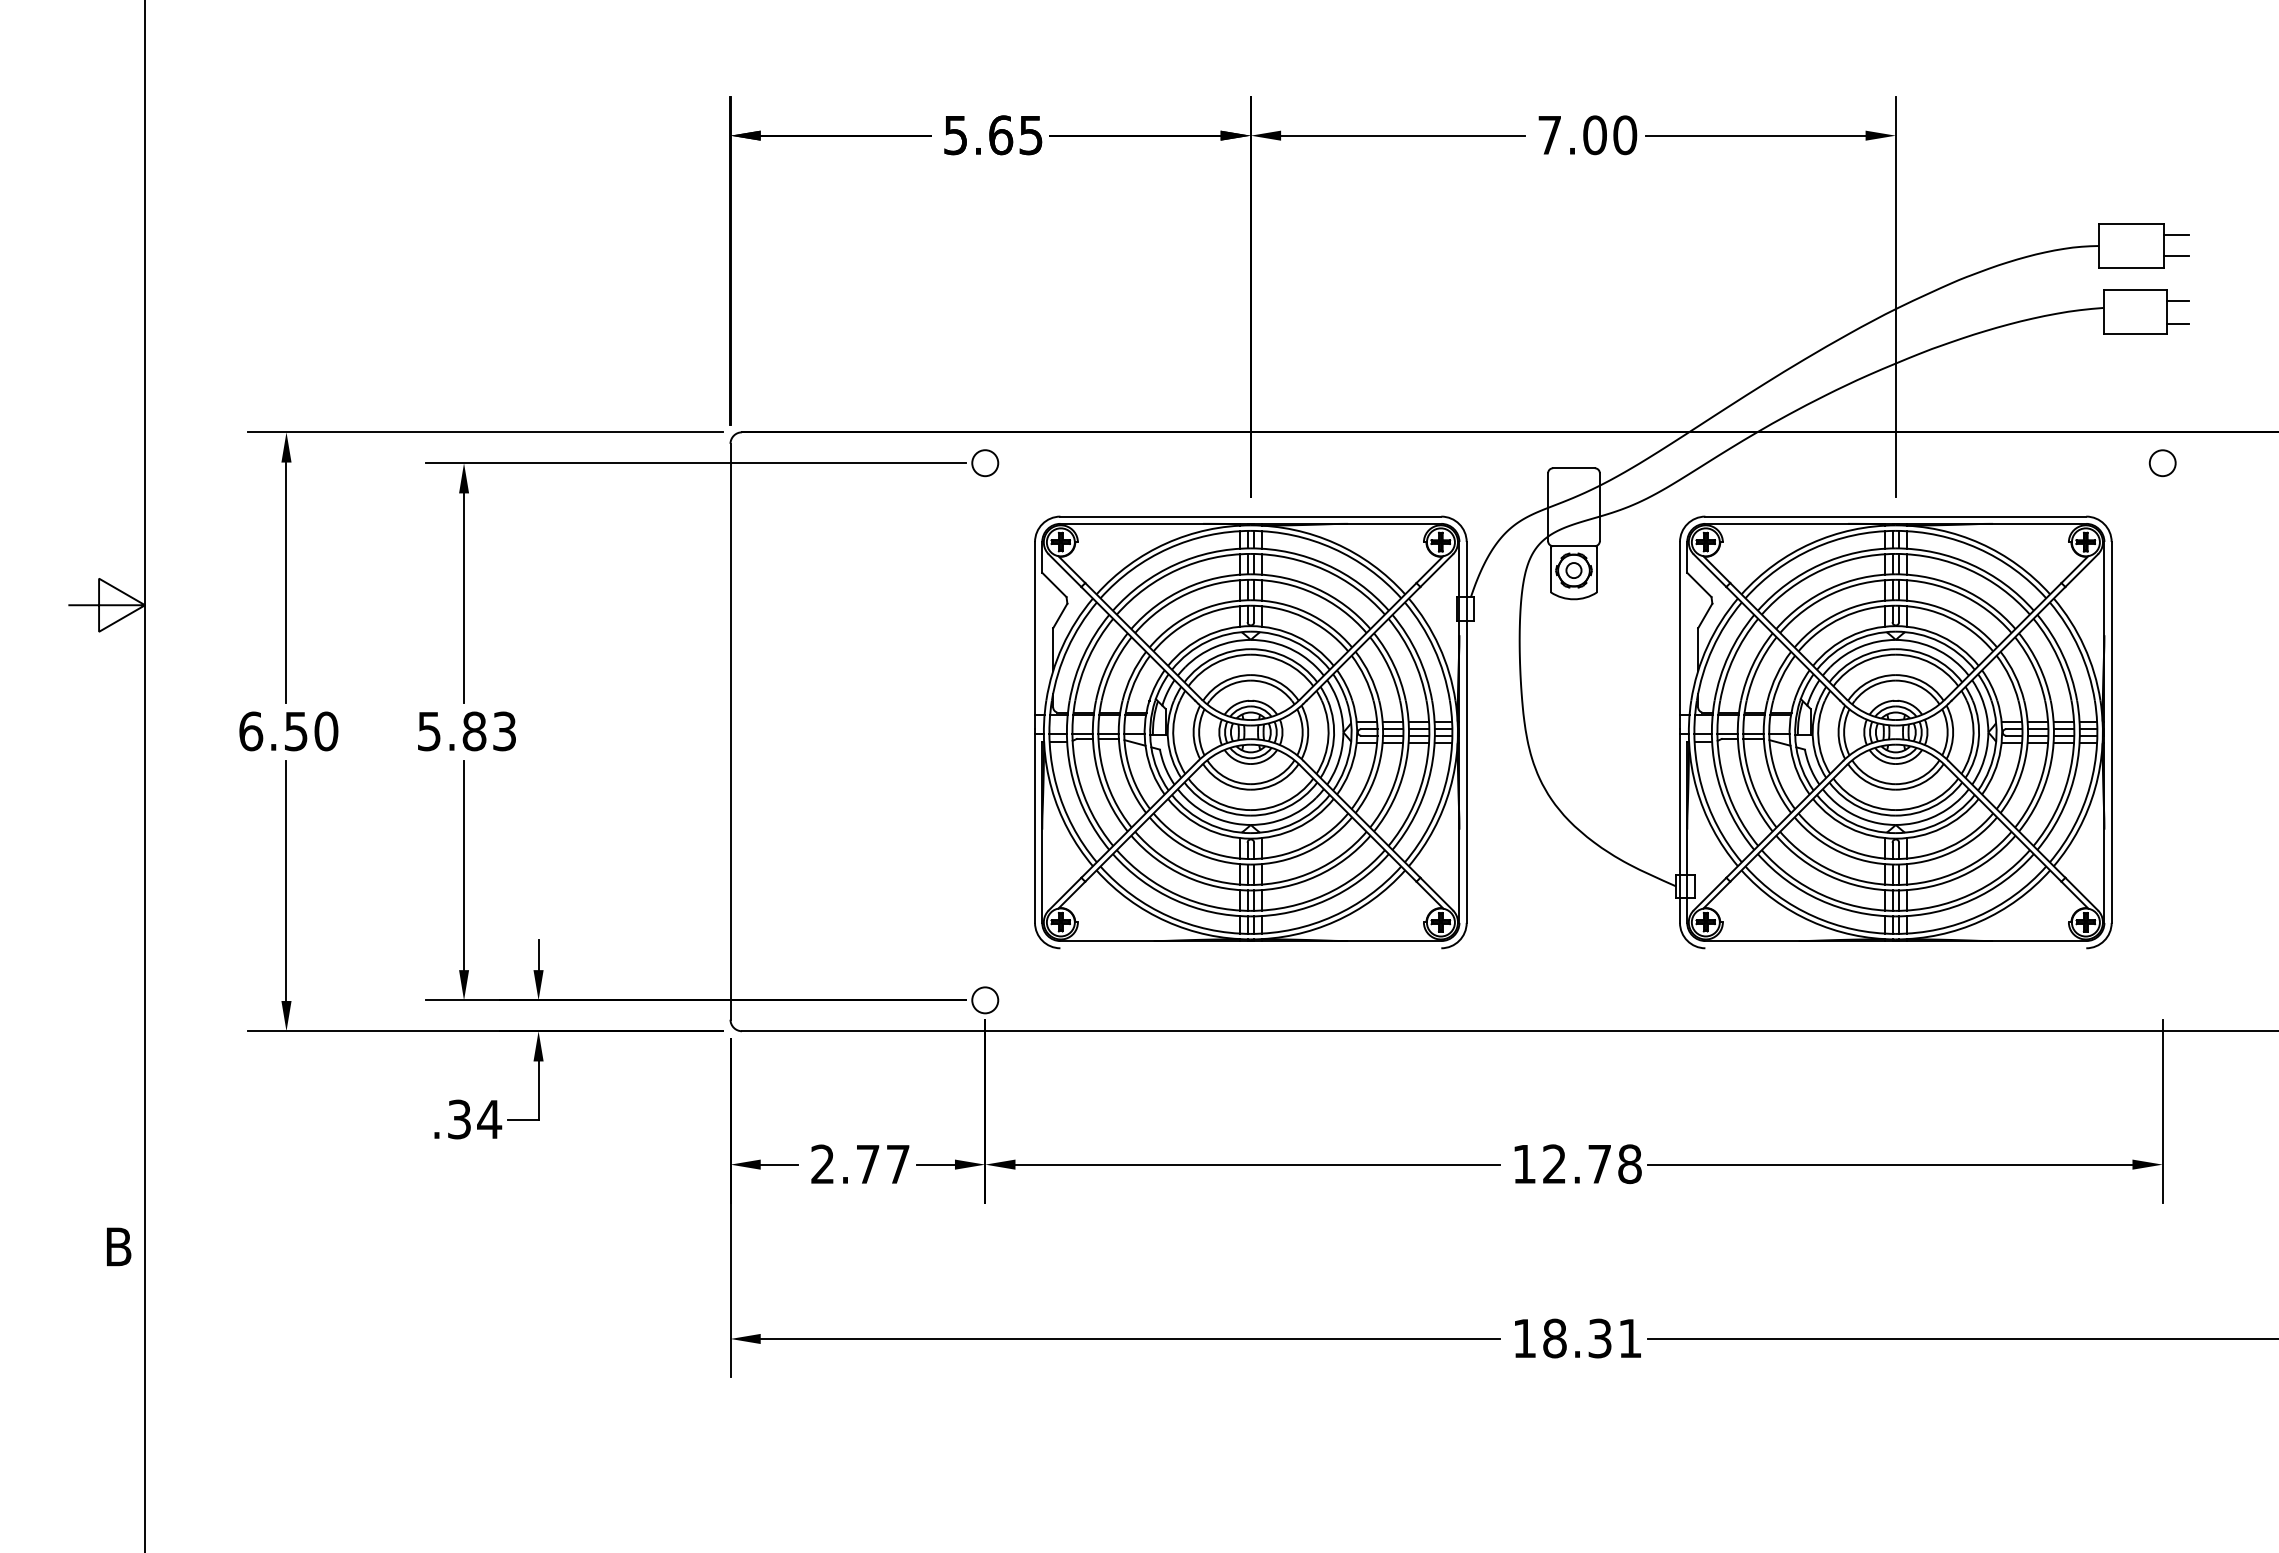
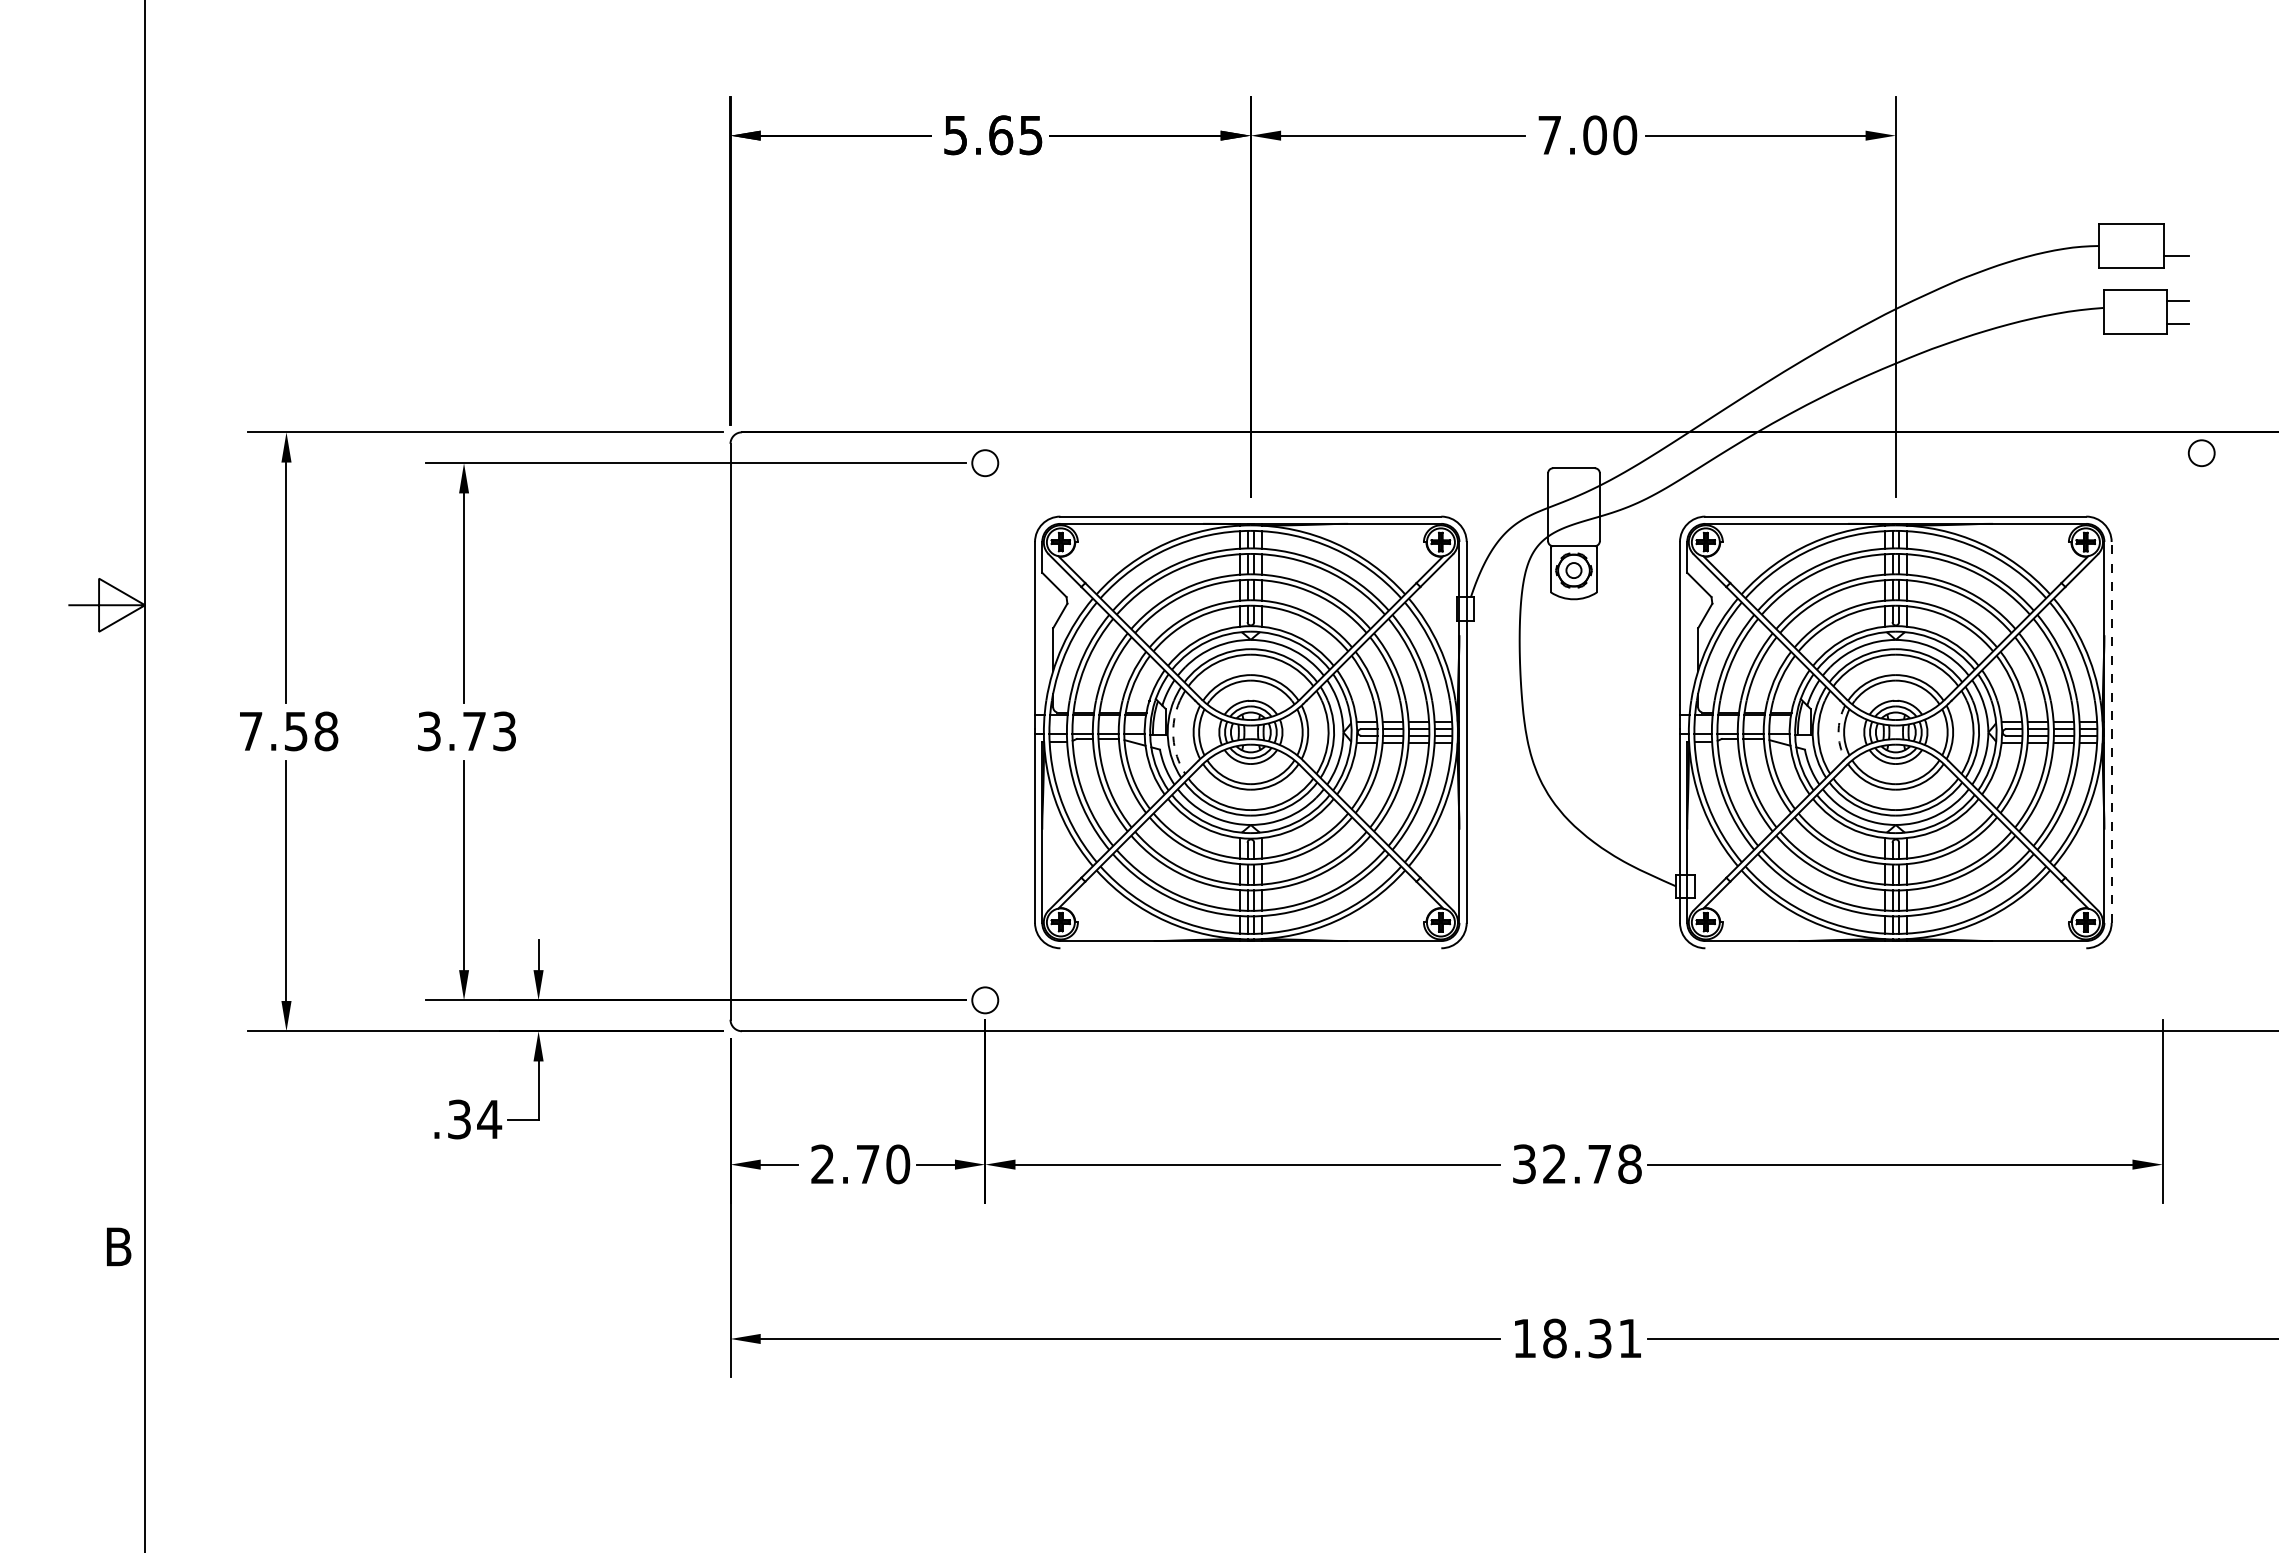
line at (2176, 234): present -> none
circle at (2162, 463) position: (2162, 463) -> (2201, 453)
text at (288, 731): 6.50 -> 7.58
text at (452, 731): 5.83 -> 3.73
line at (2111, 731): solid -> dashed
arc at (1838, 732): solid -> dashed
arc at (1173, 738): solid -> dashed
text at (898, 1164): 2.77 -> 2.70
text at (1524, 1164): 12.78 -> 32.78
